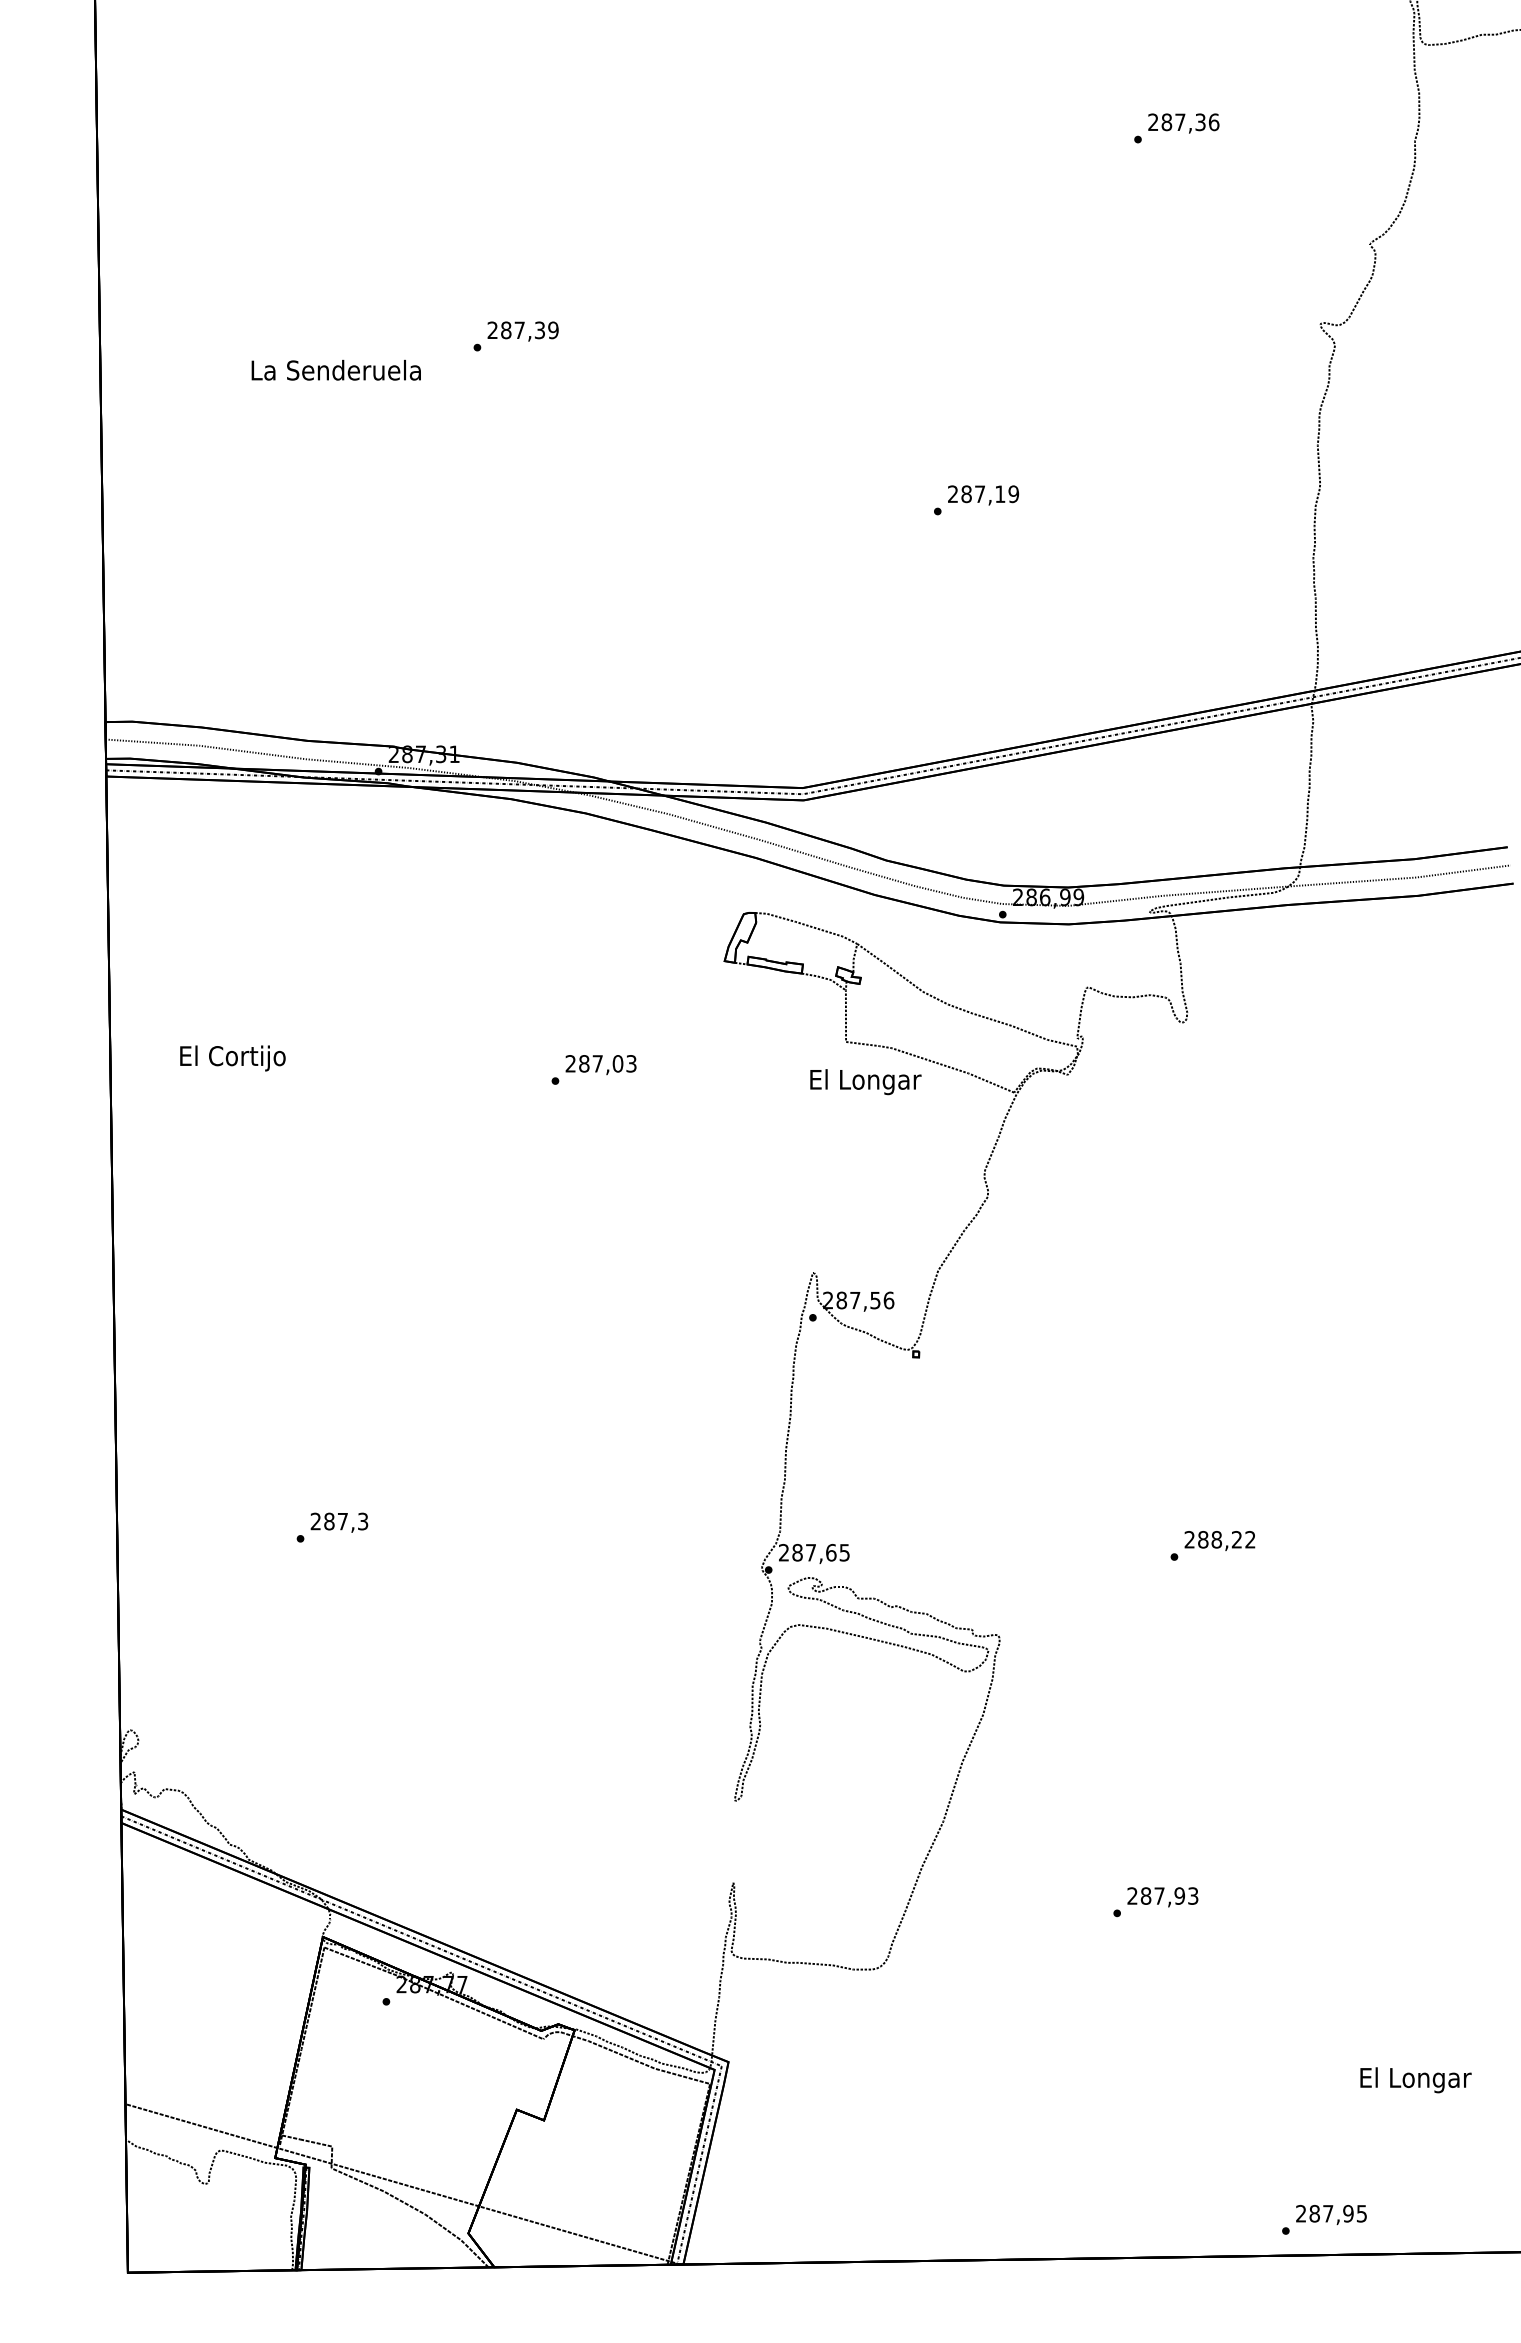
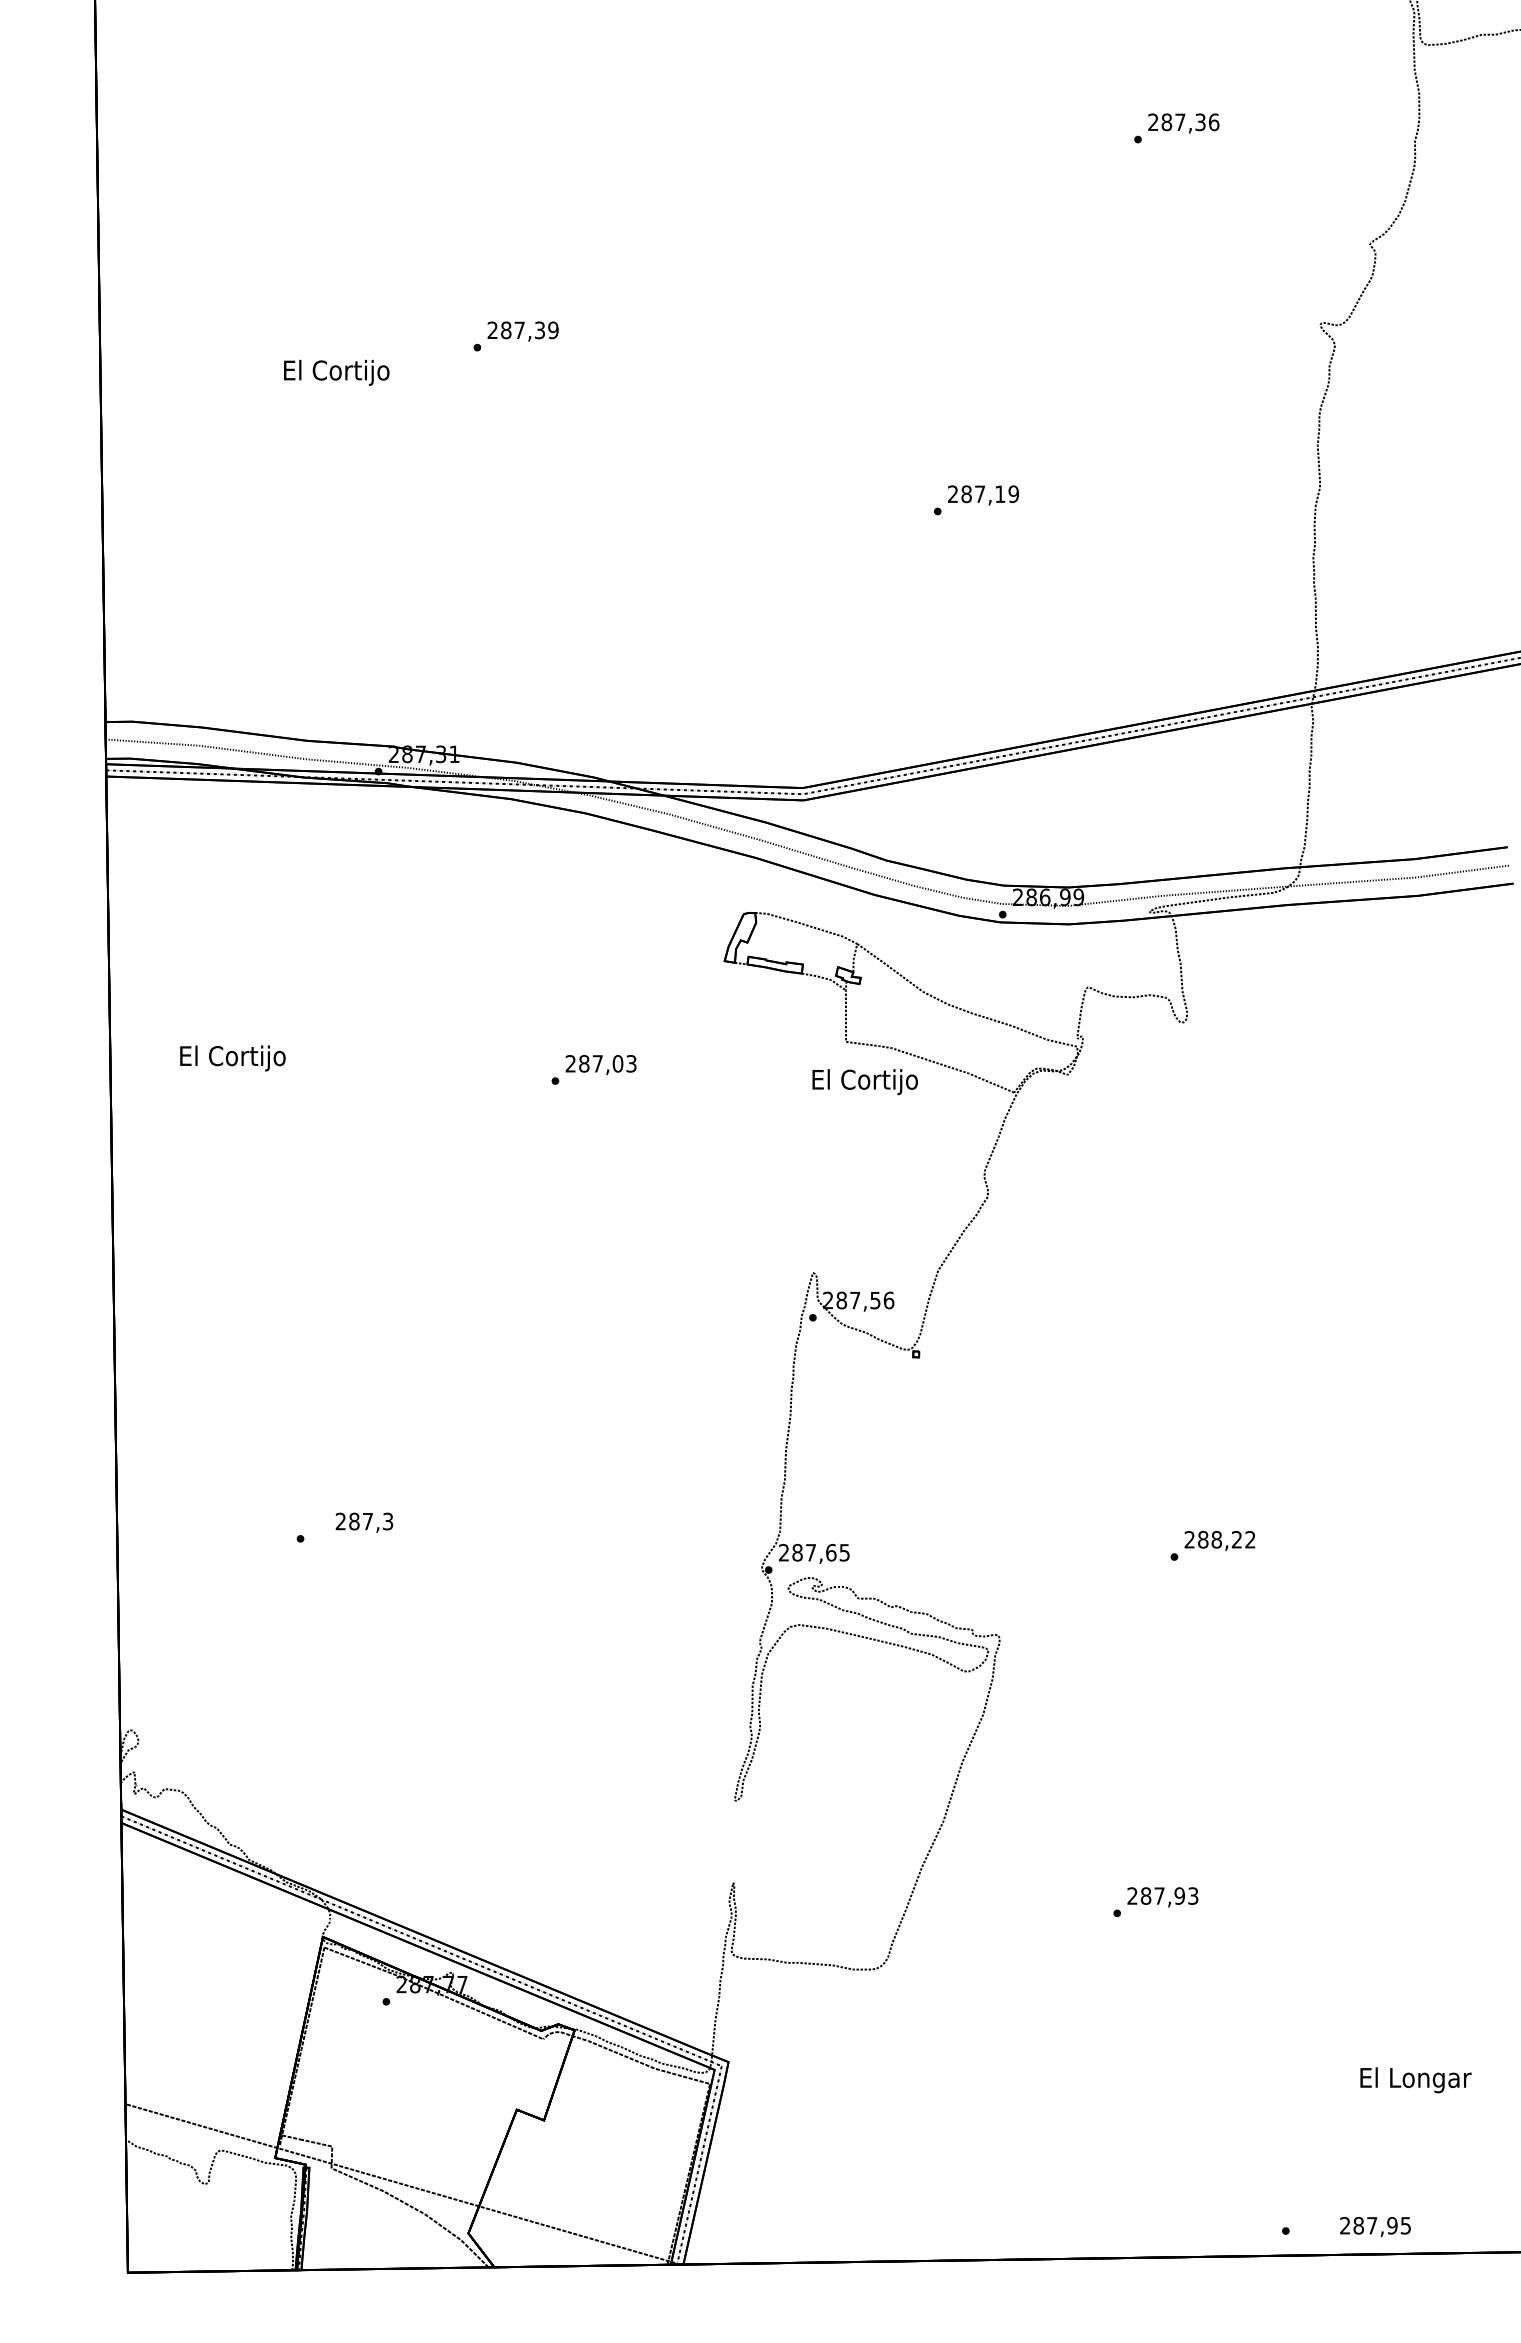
text at (335, 372): La Senderuela -> El Cortijo
text at (865, 1082): El Longar -> El Cortijo
text at (339, 1522) position: (339, 1522) -> (364, 1522)
text at (1331, 2214) position: (1331, 2214) -> (1375, 2226)
